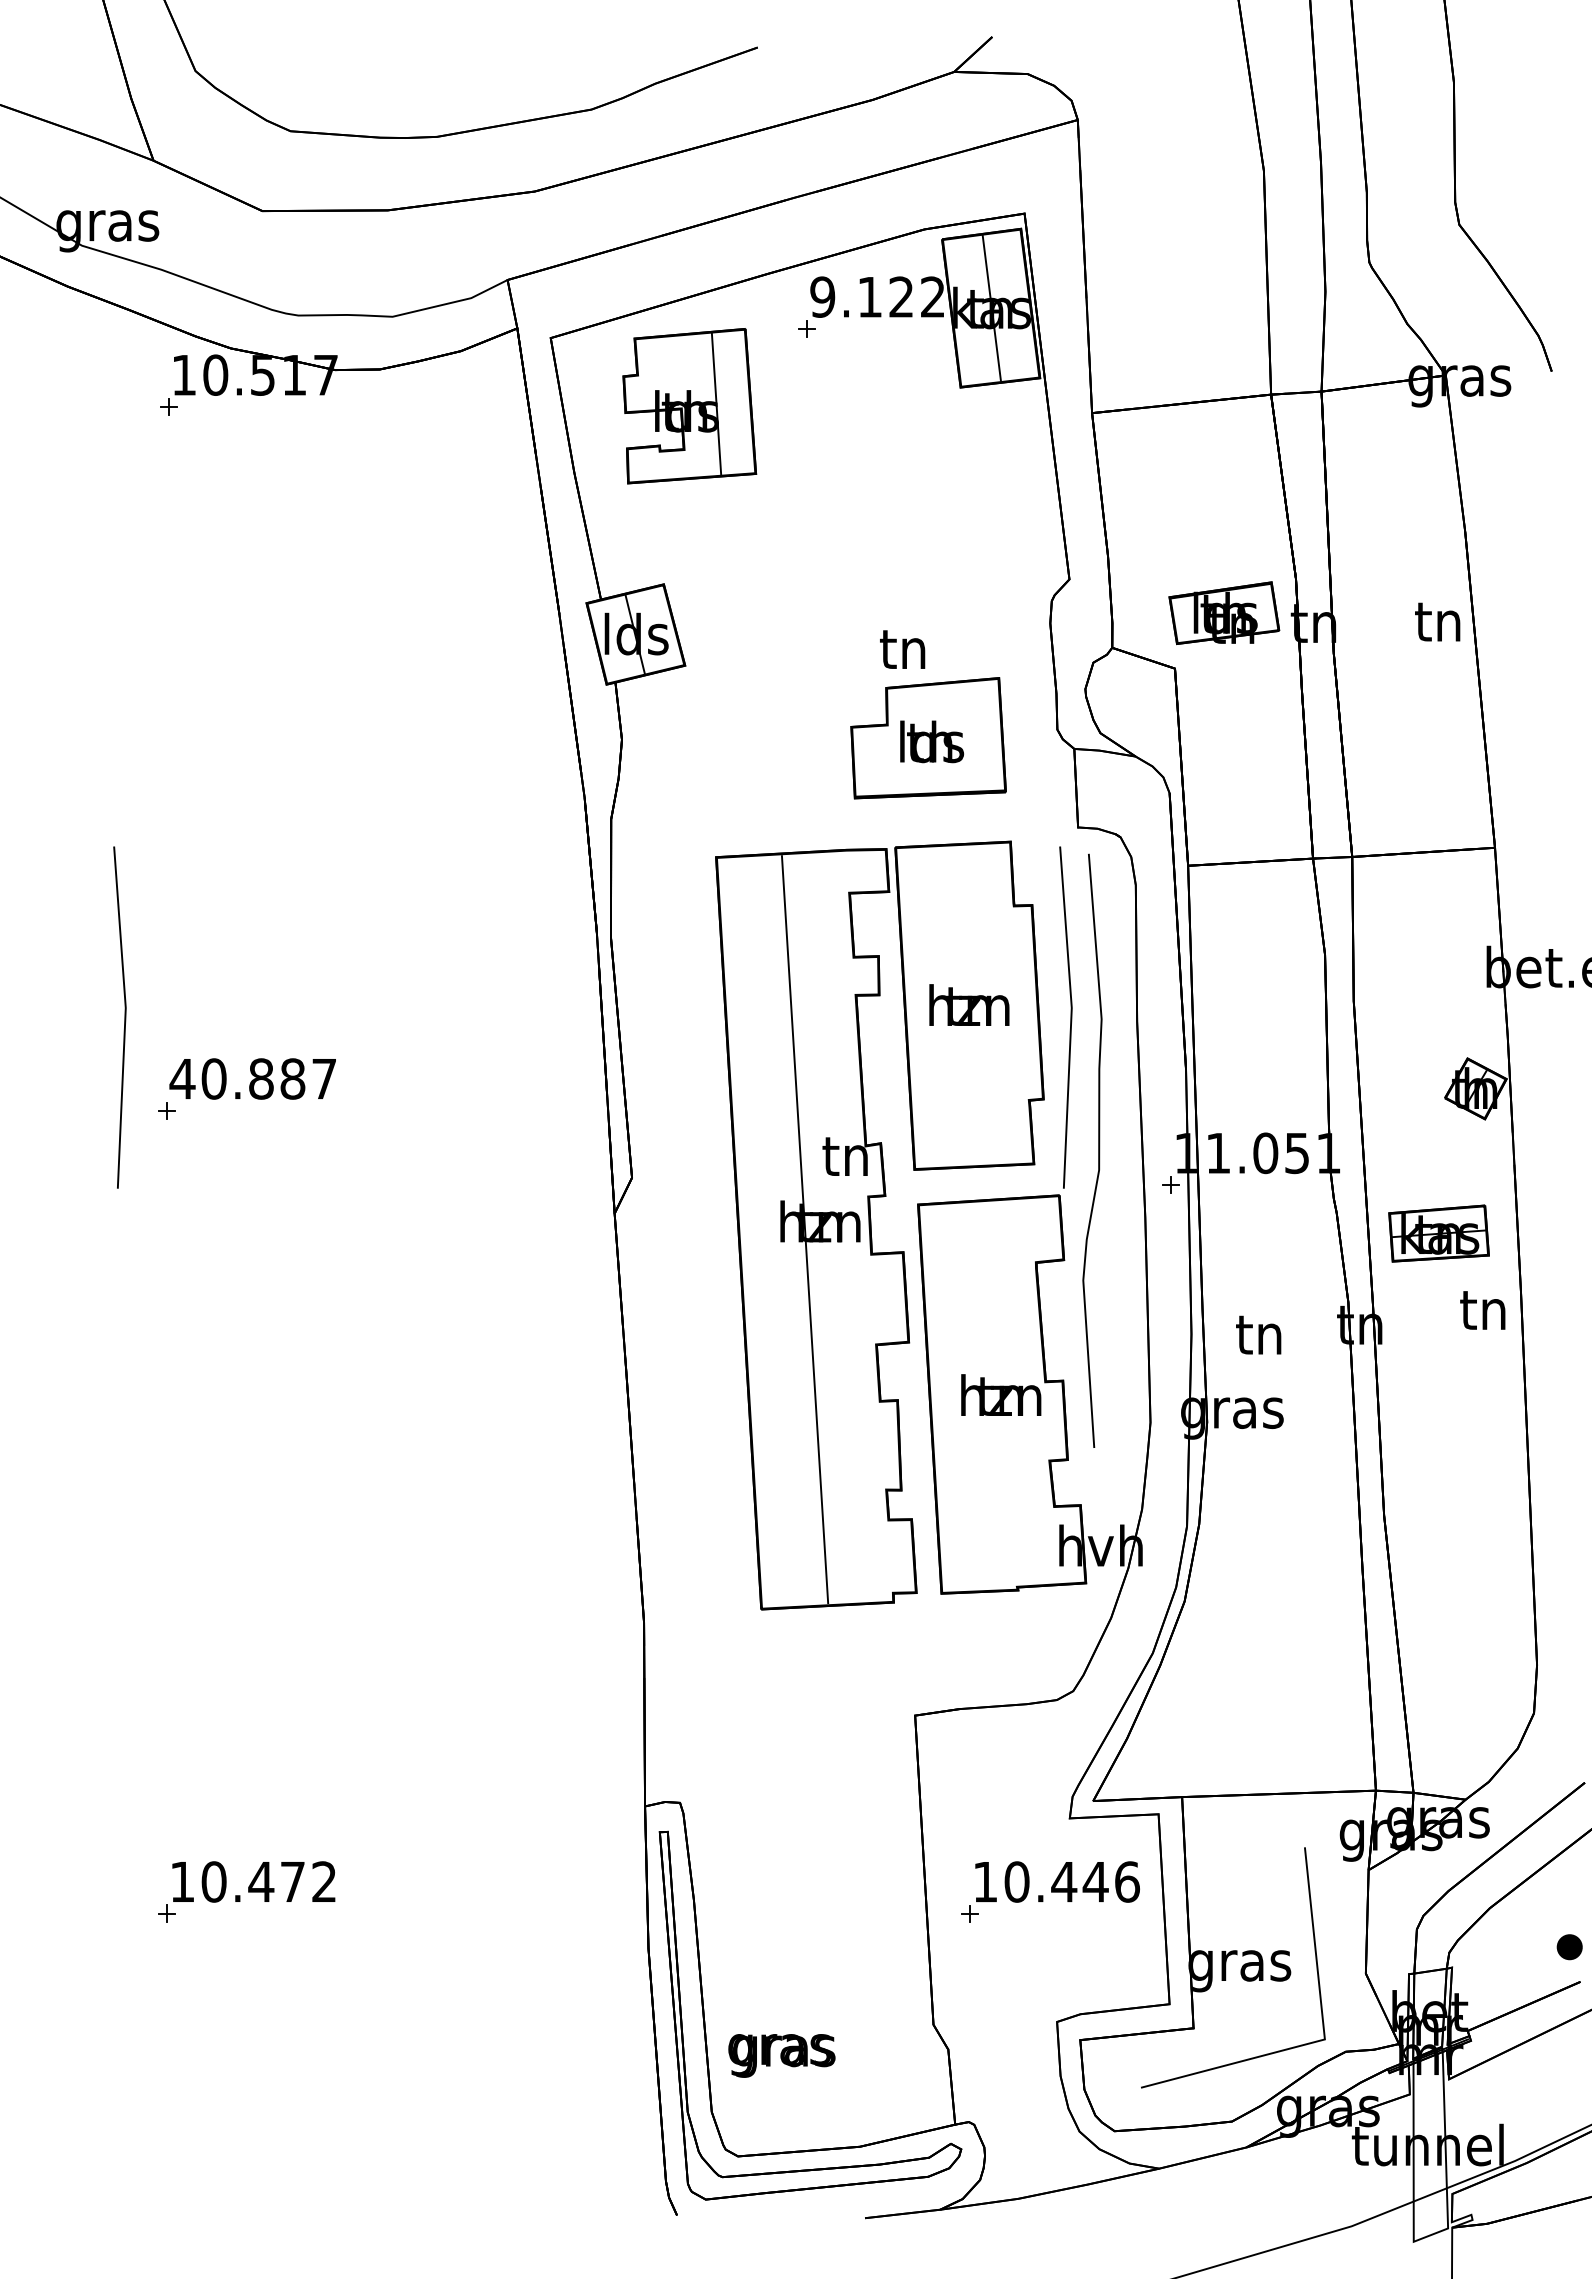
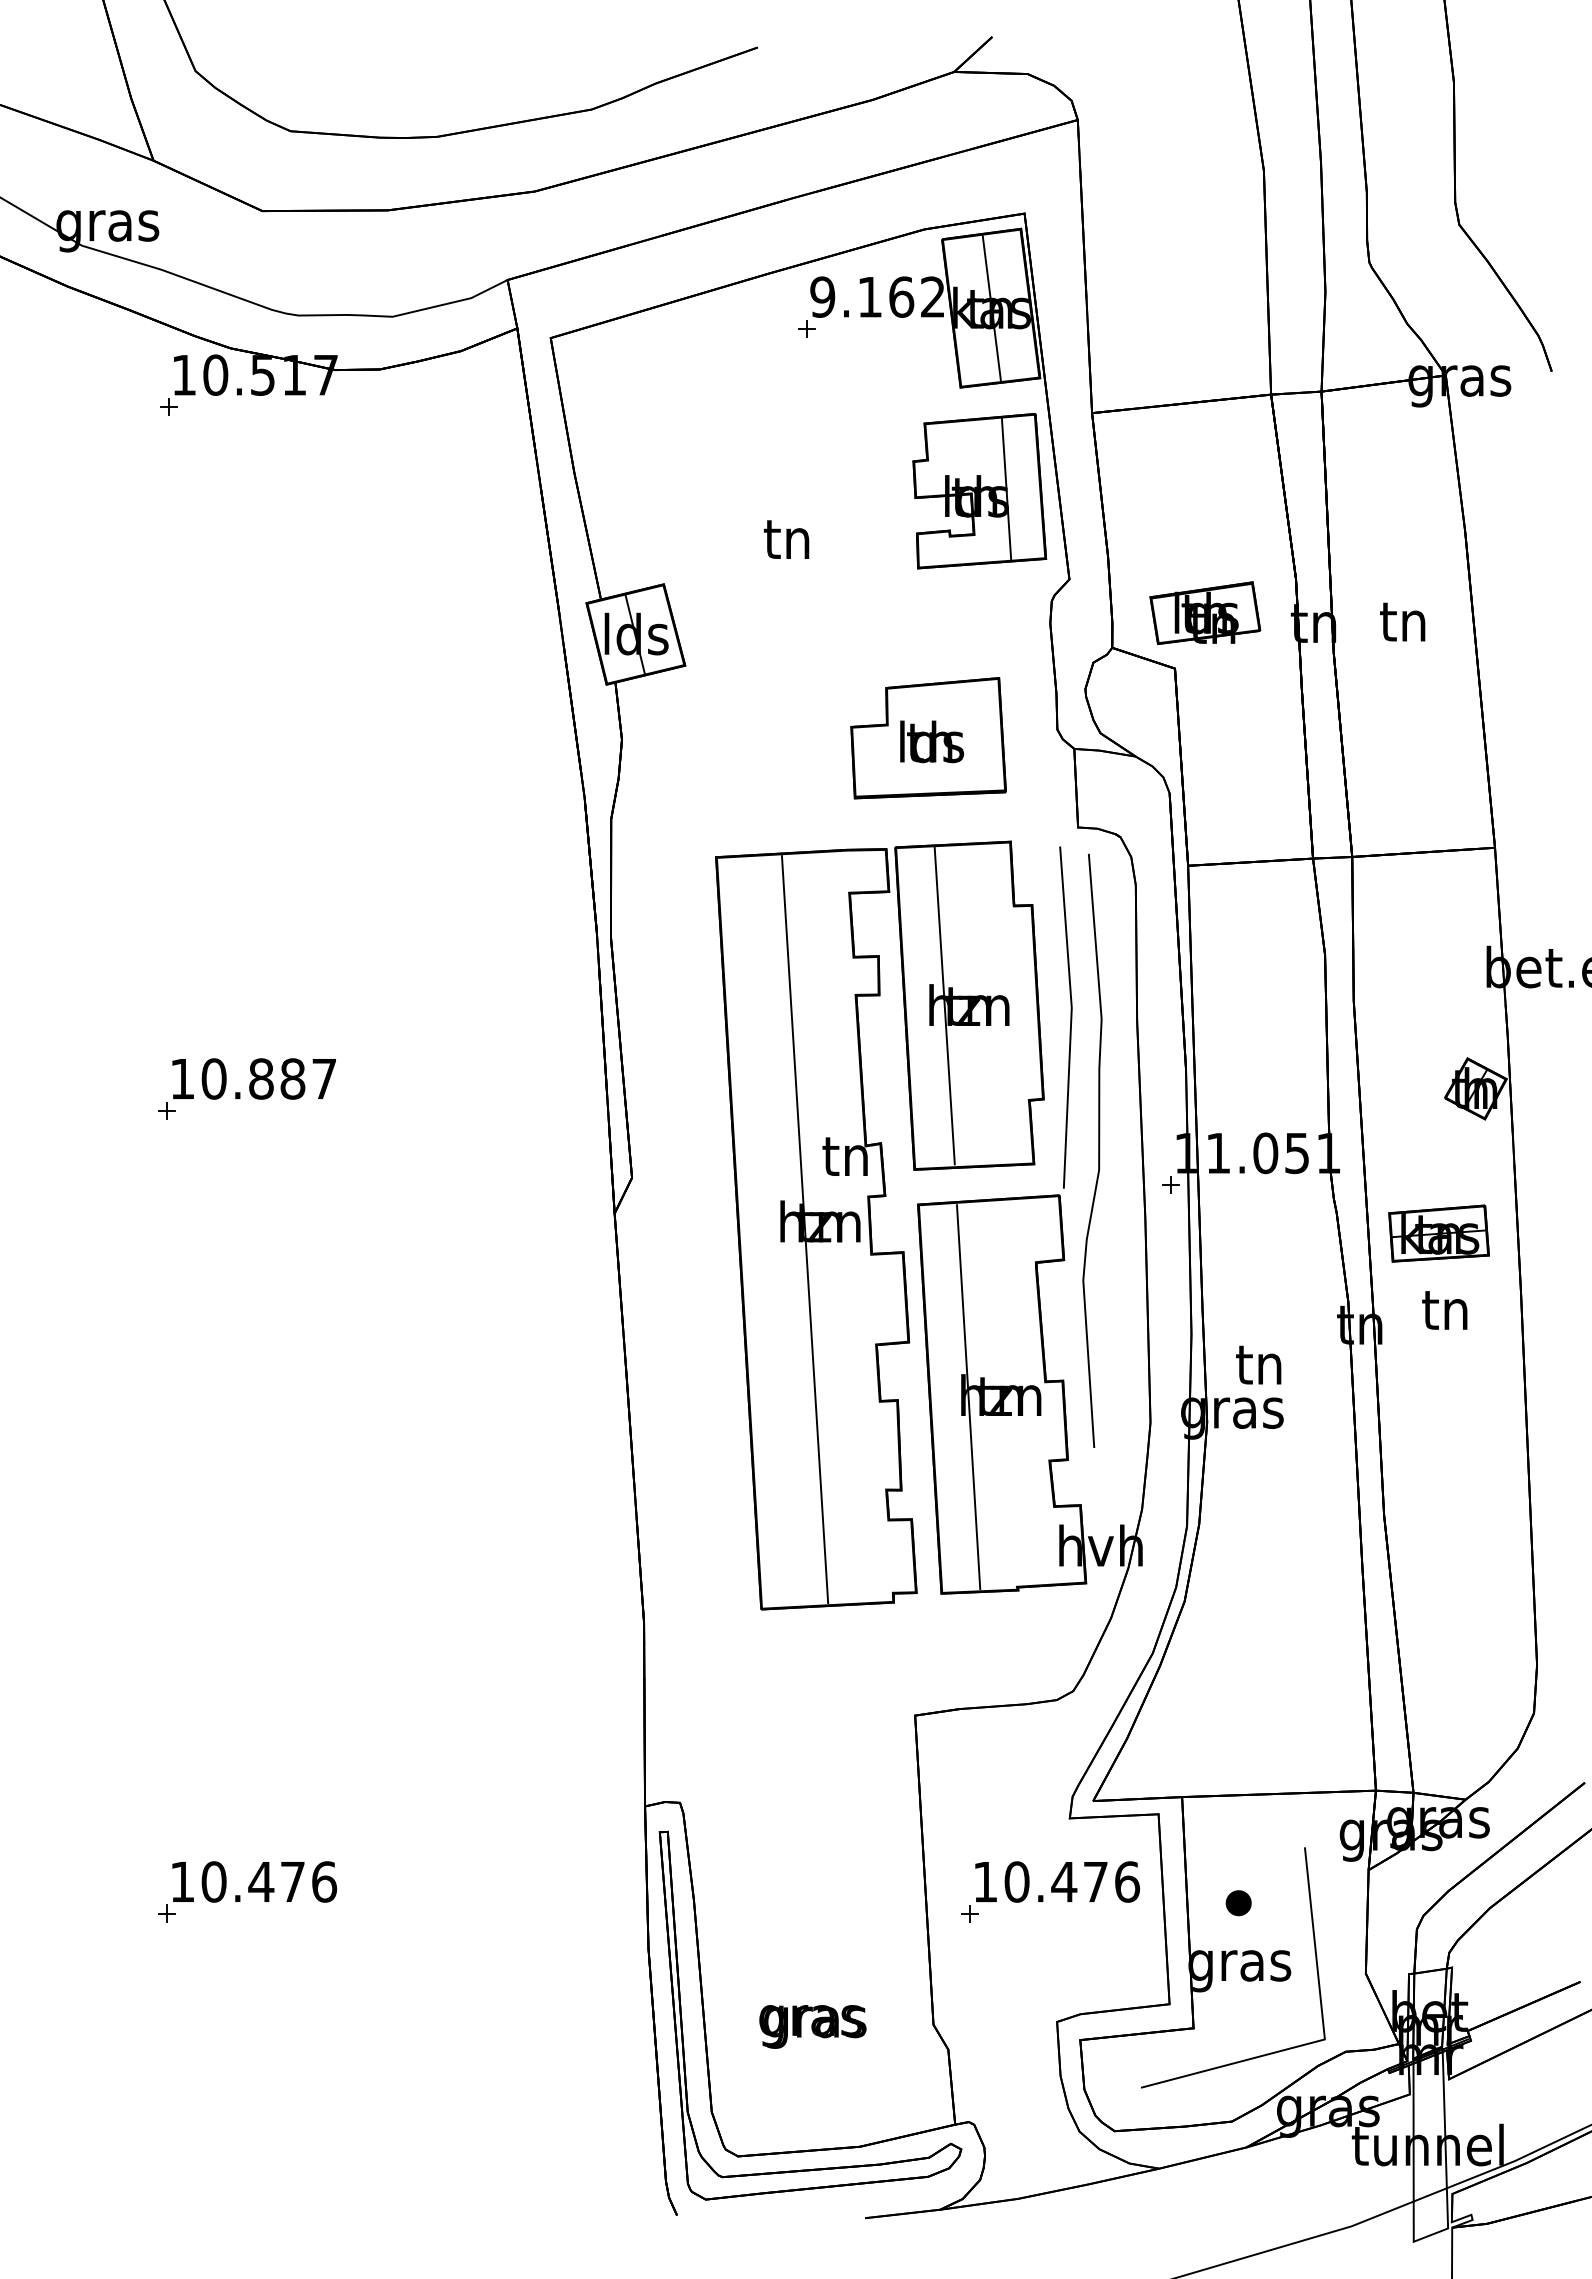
text at (901, 296): 9.122 -> 9.162
part at (689, 406) position: (689, 406) -> (979, 491)
part at (1224, 613) position: (1224, 613) -> (1205, 613)
text at (1437, 621) position: (1437, 621) -> (1402, 621)
text at (902, 649) position: (902, 649) -> (786, 539)
line at (944, 1005): none -> present
line at (124, 1017): present -> none
text at (182, 1078): 40.887 -> 10.887
text at (1482, 1310) position: (1482, 1310) -> (1444, 1310)
text at (1258, 1334) position: (1258, 1334) -> (1258, 1364)
line at (968, 1397): none -> present
text at (324, 1881): 10.472 -> 10.476
text at (1095, 1882): 10.446 -> 10.476
part at (1569, 1947) position: (1569, 1947) -> (1238, 1903)
text at (781, 2055) position: (781, 2055) -> (812, 2026)
